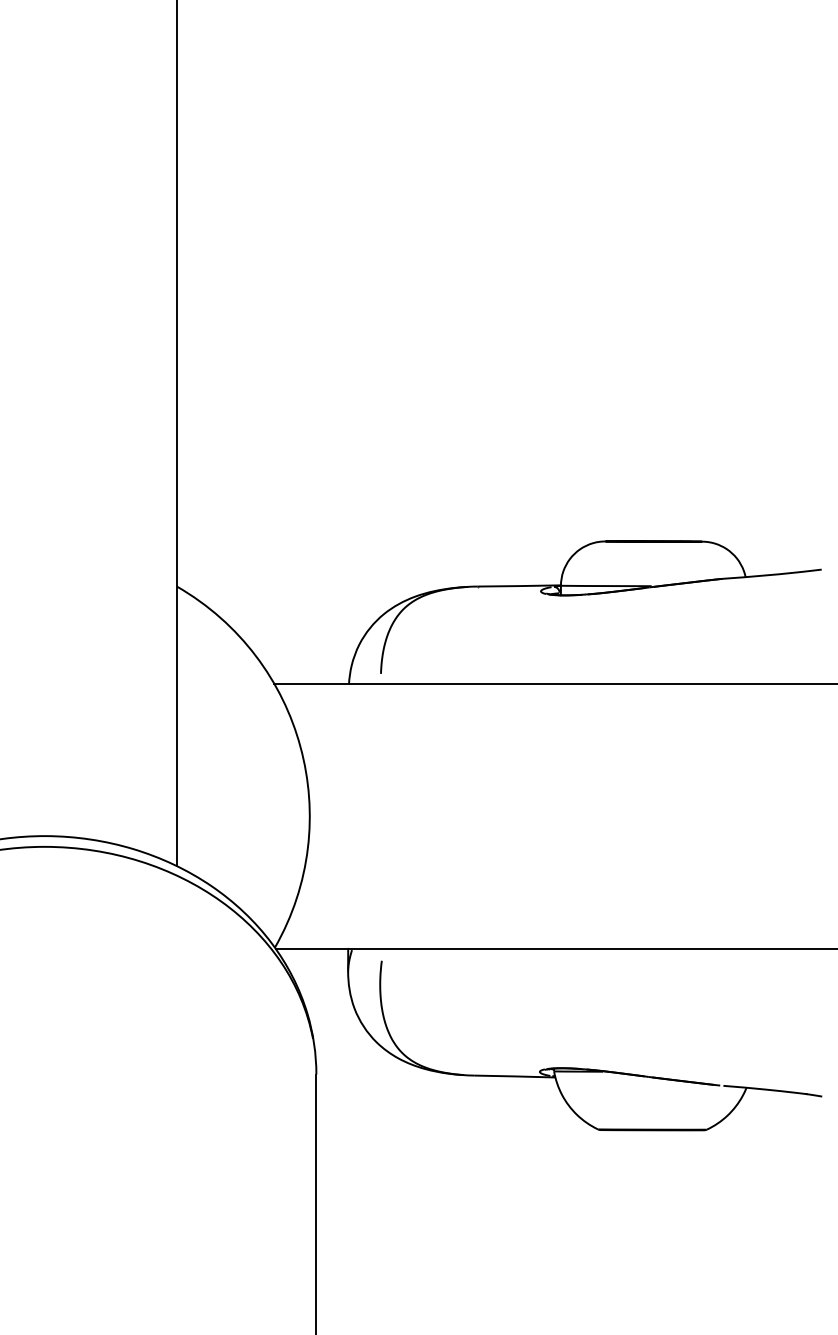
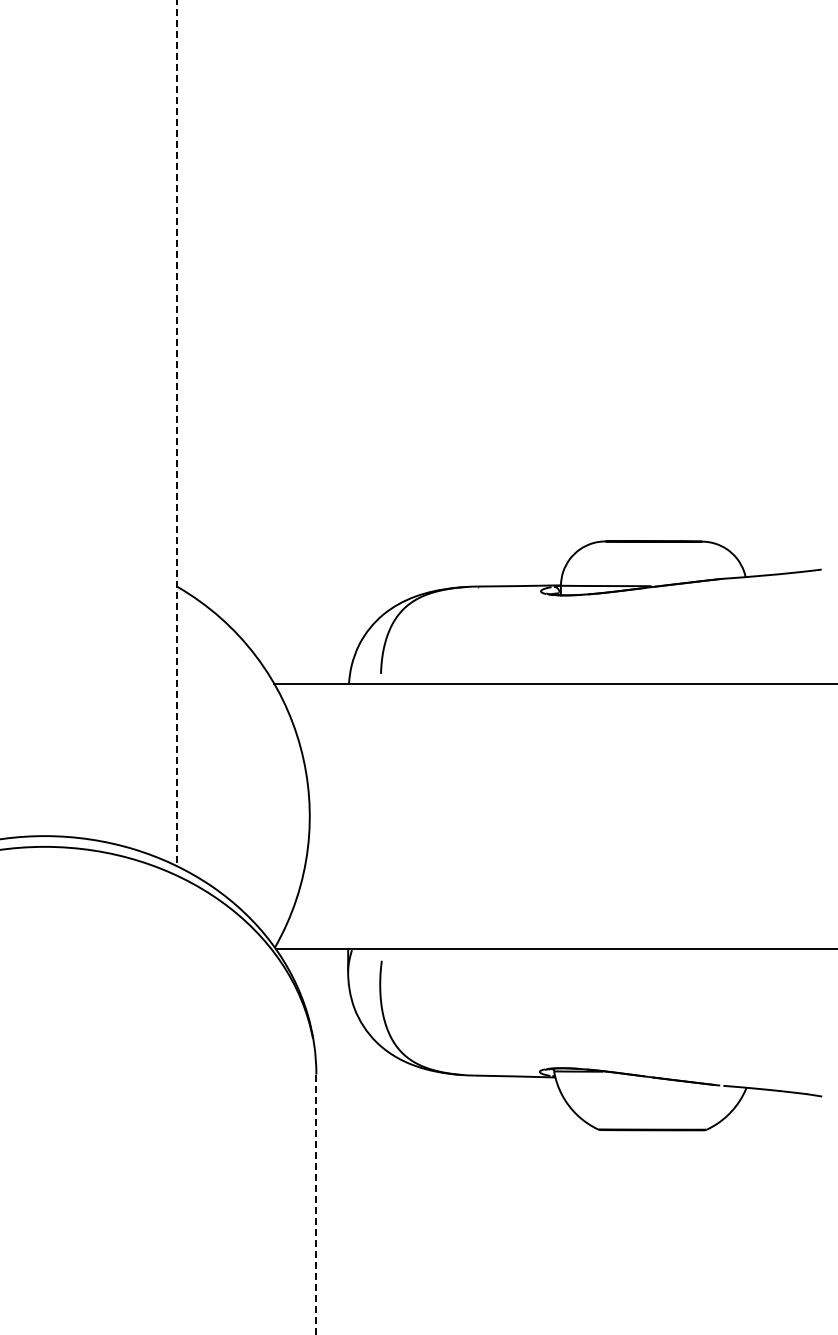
line at (177, 433): solid -> dashed
line at (316, 1204): solid -> dashed
